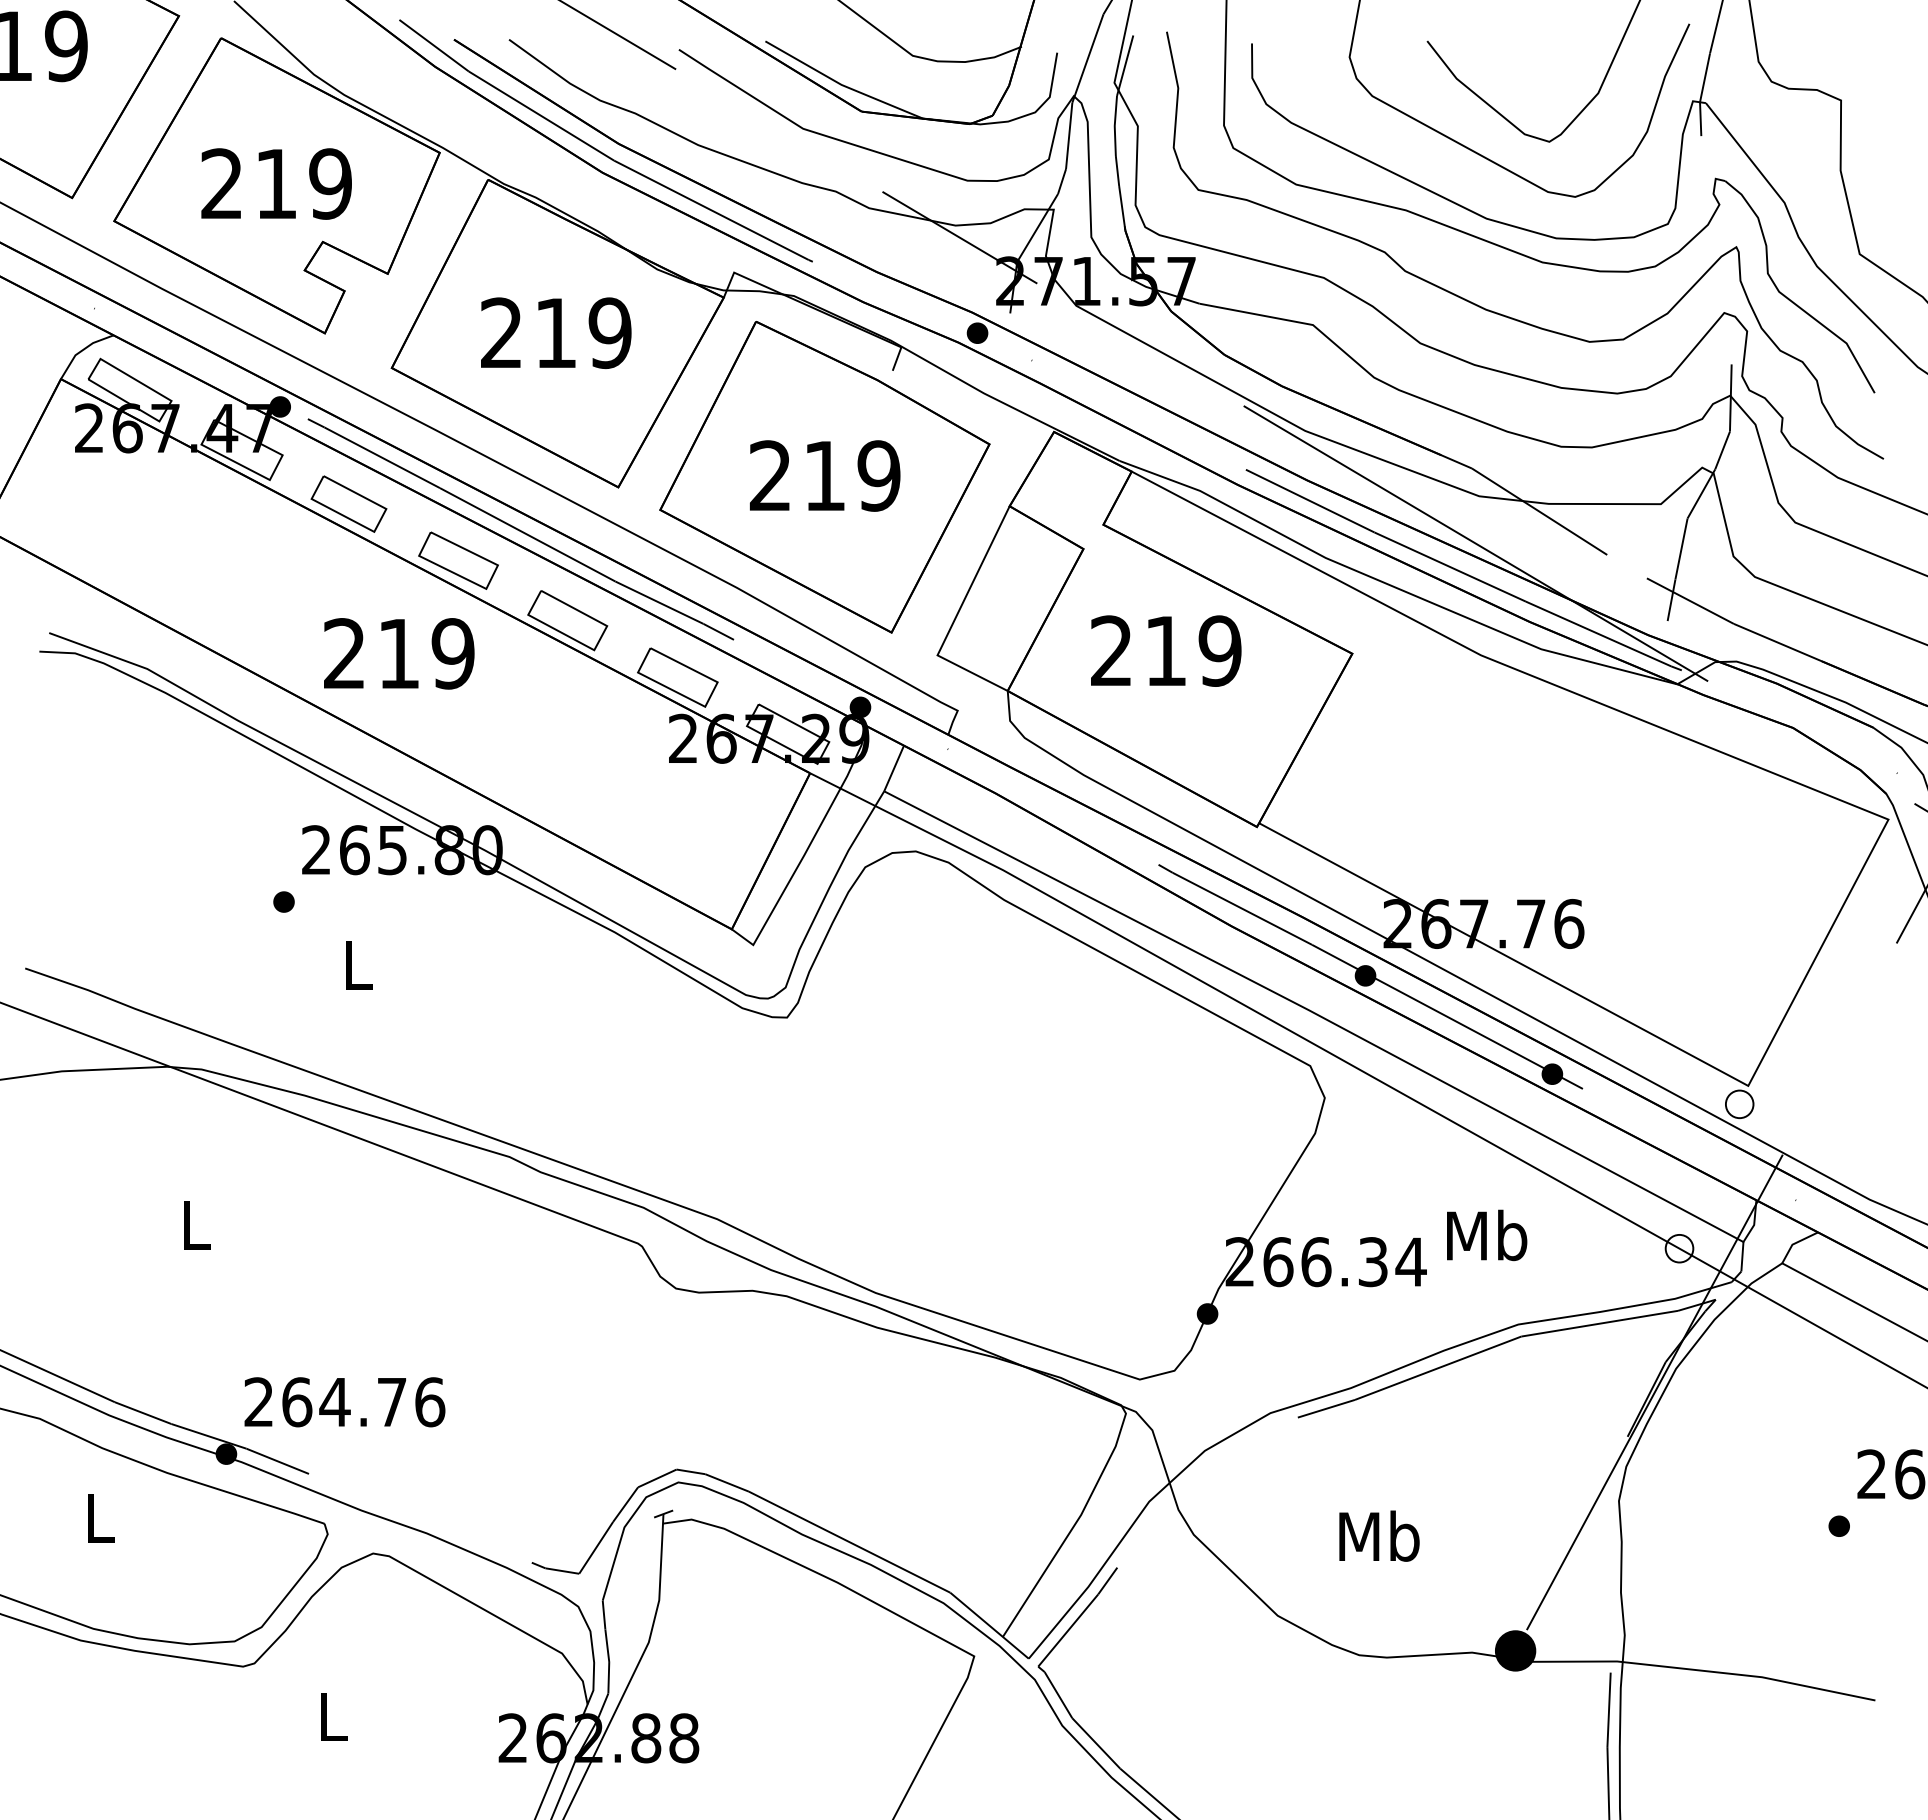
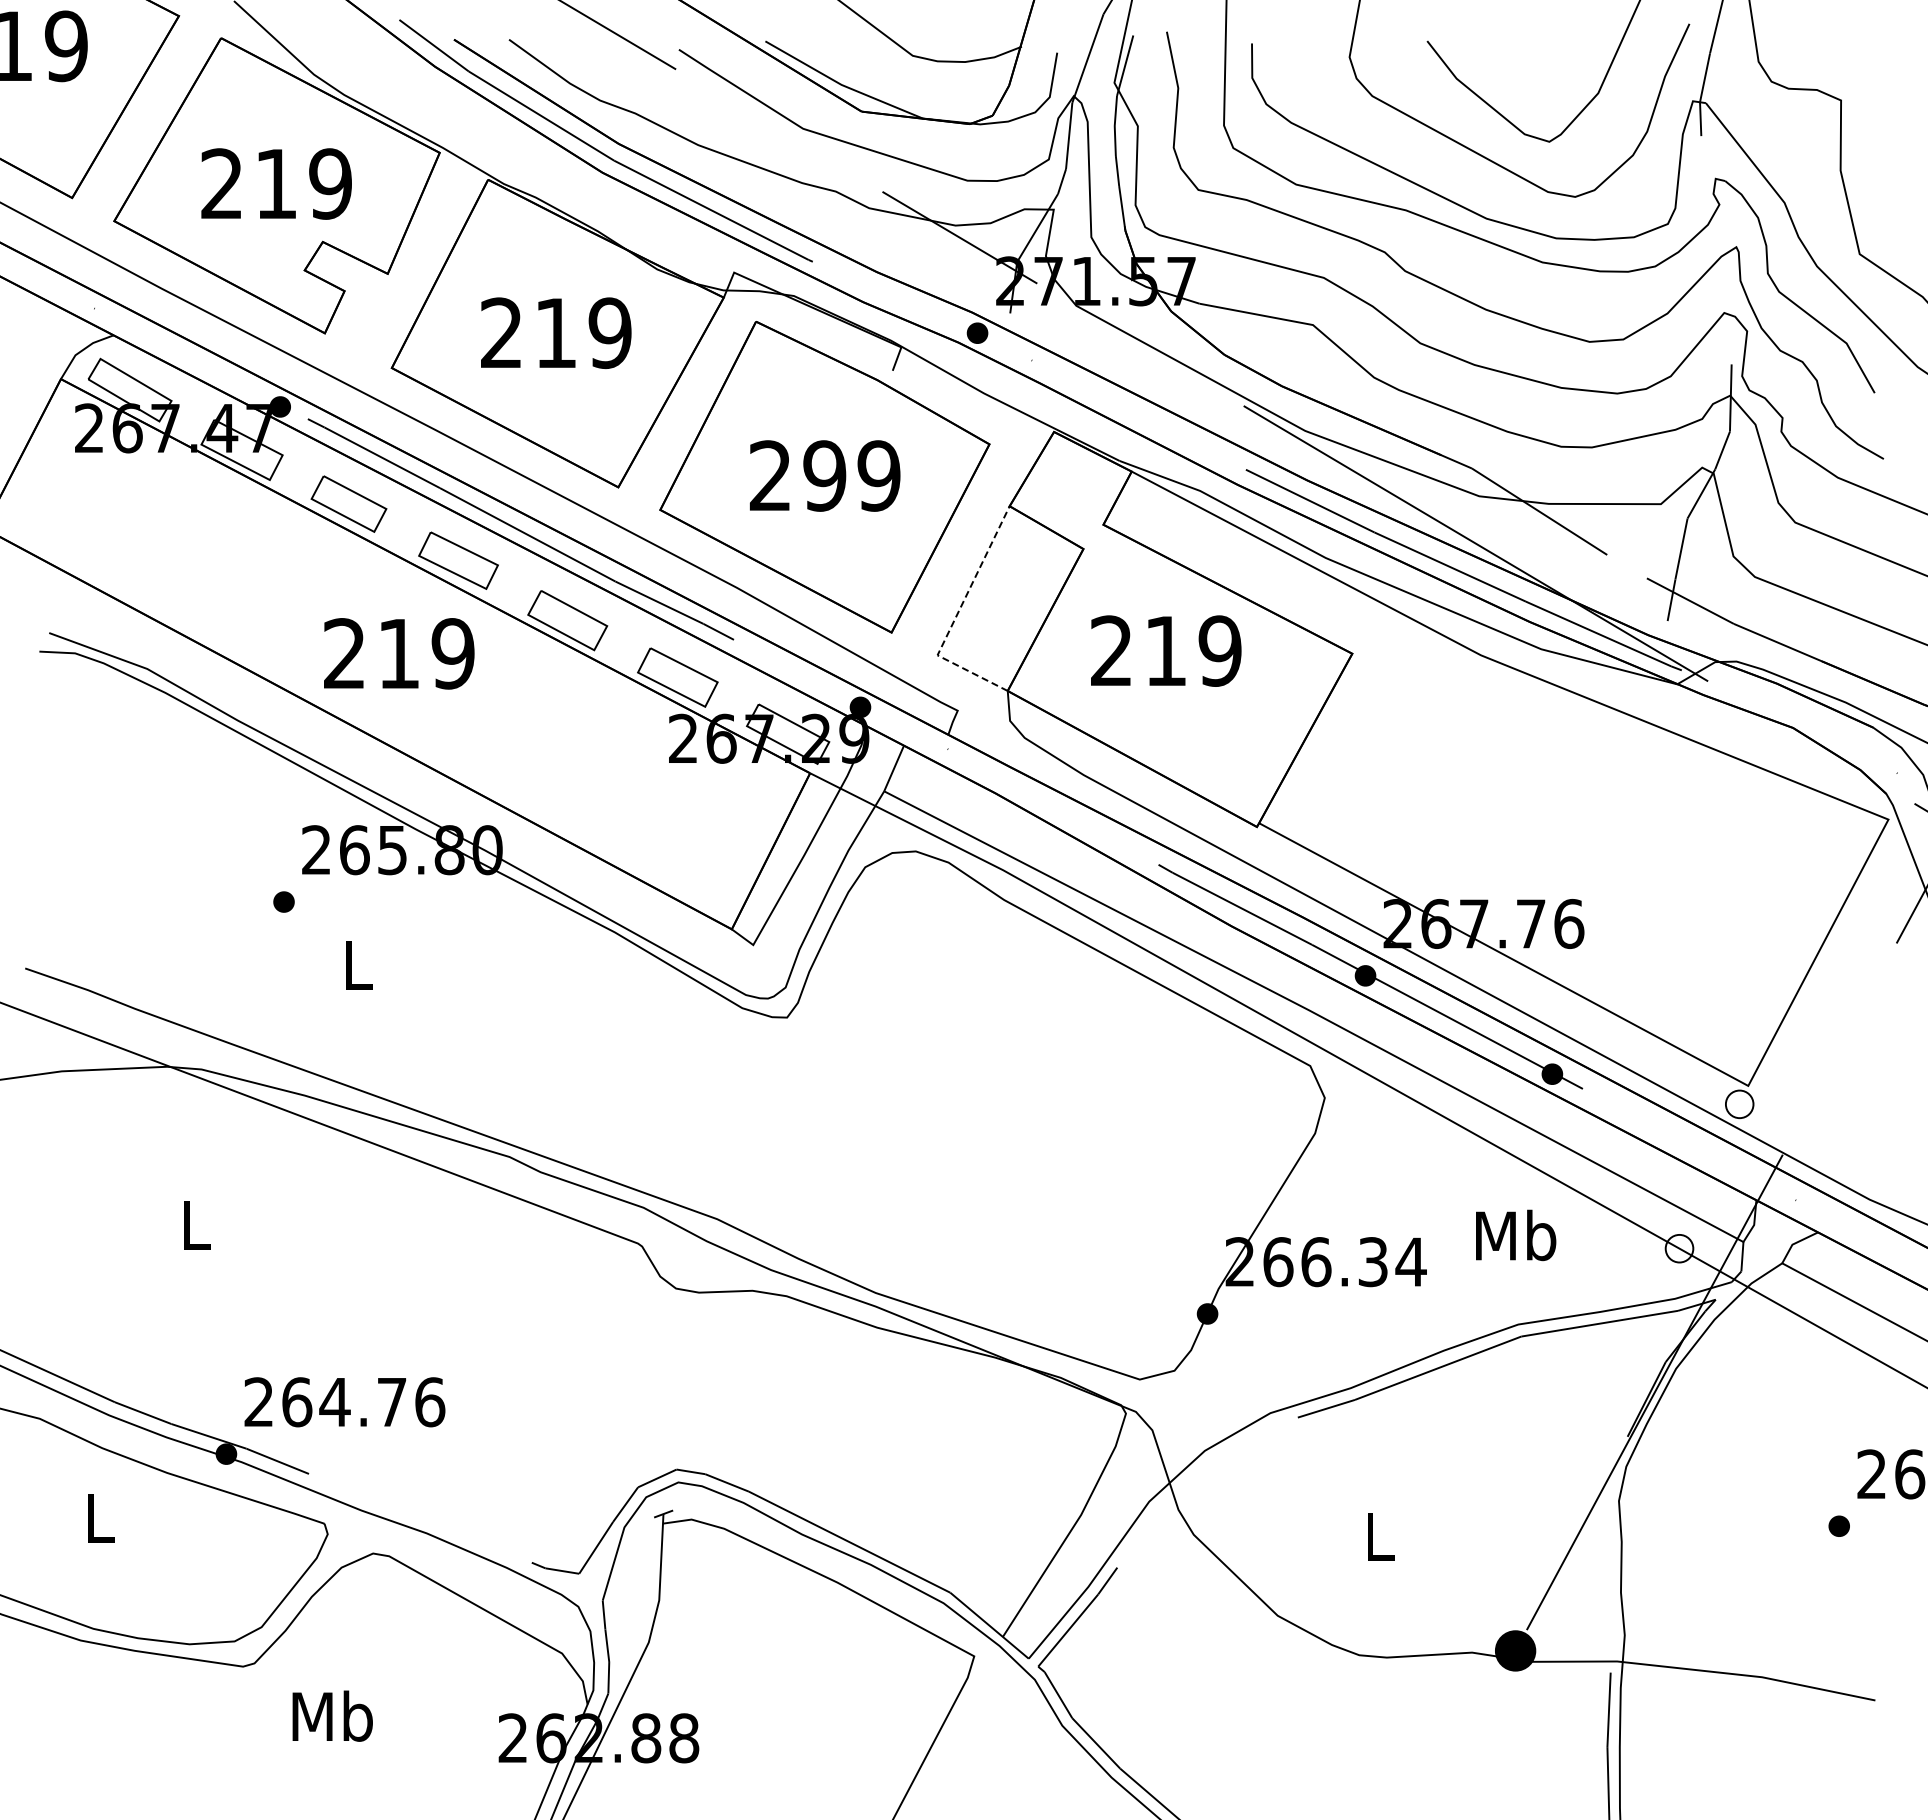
text at (824, 475): 219 -> 299
line at (956, 616): solid -> dashed
text at (1487, 1235) position: (1487, 1235) -> (1516, 1235)
text at (1379, 1535): Mb -> L
text at (332, 1715): L -> Mb
